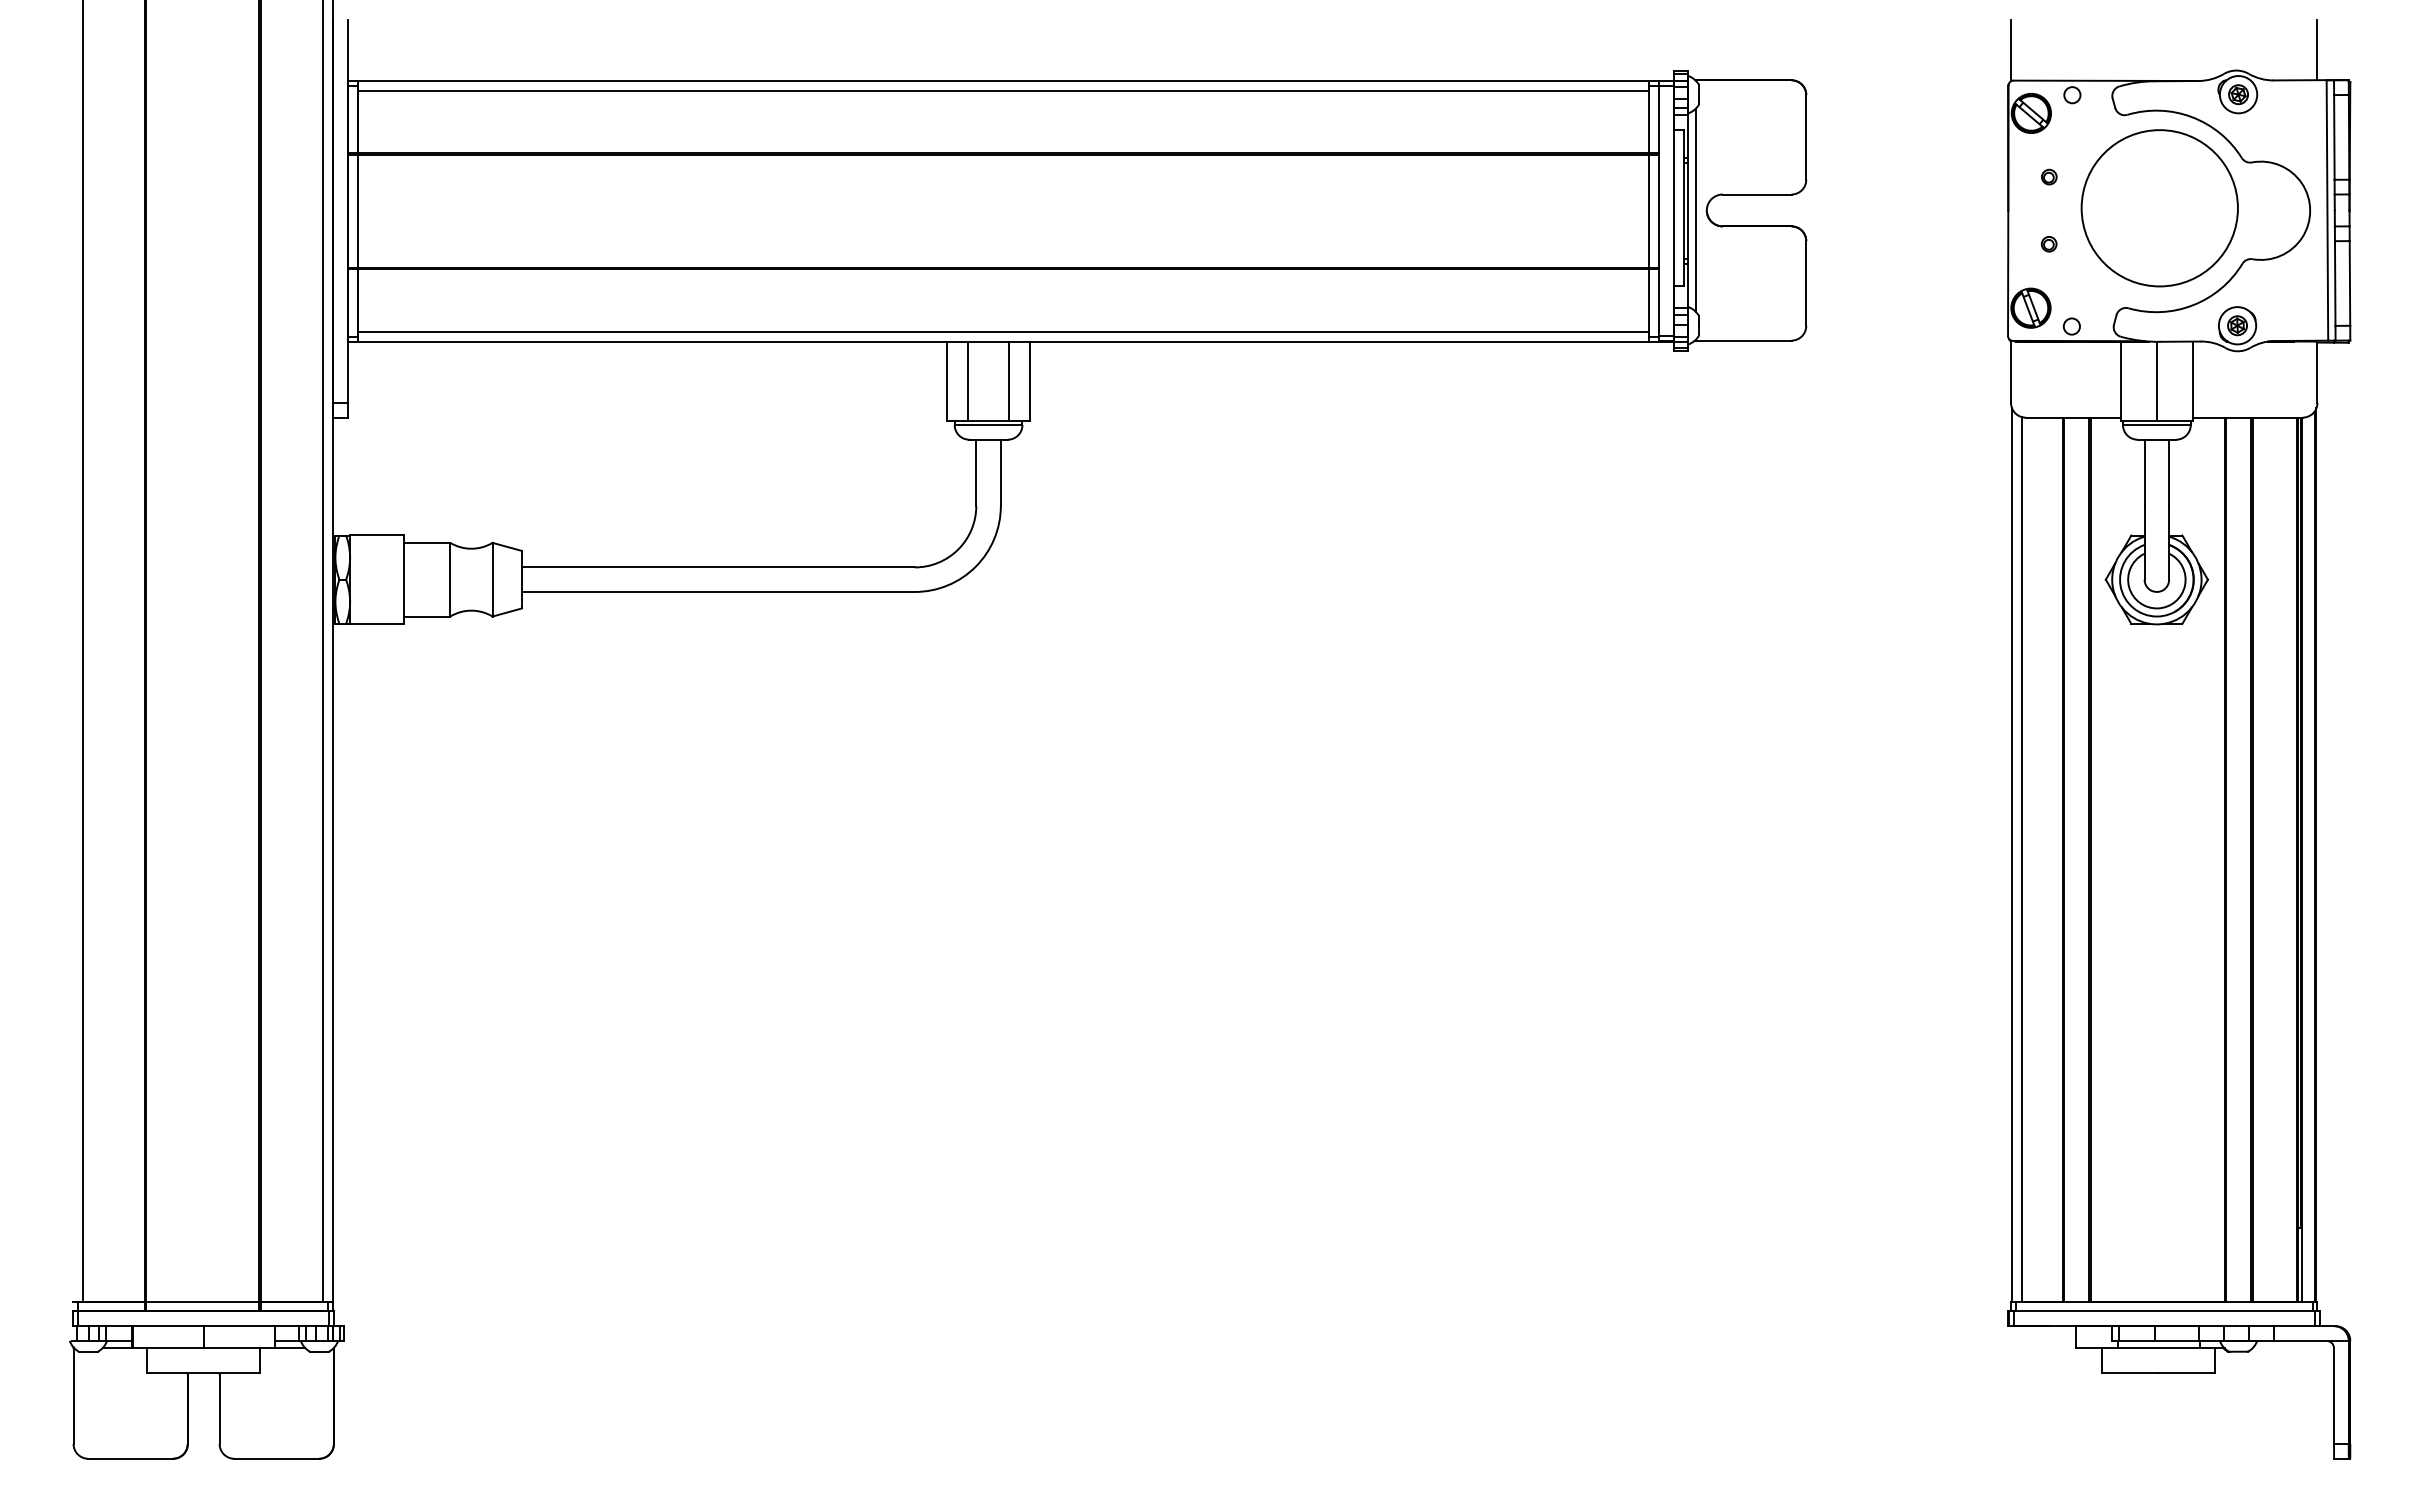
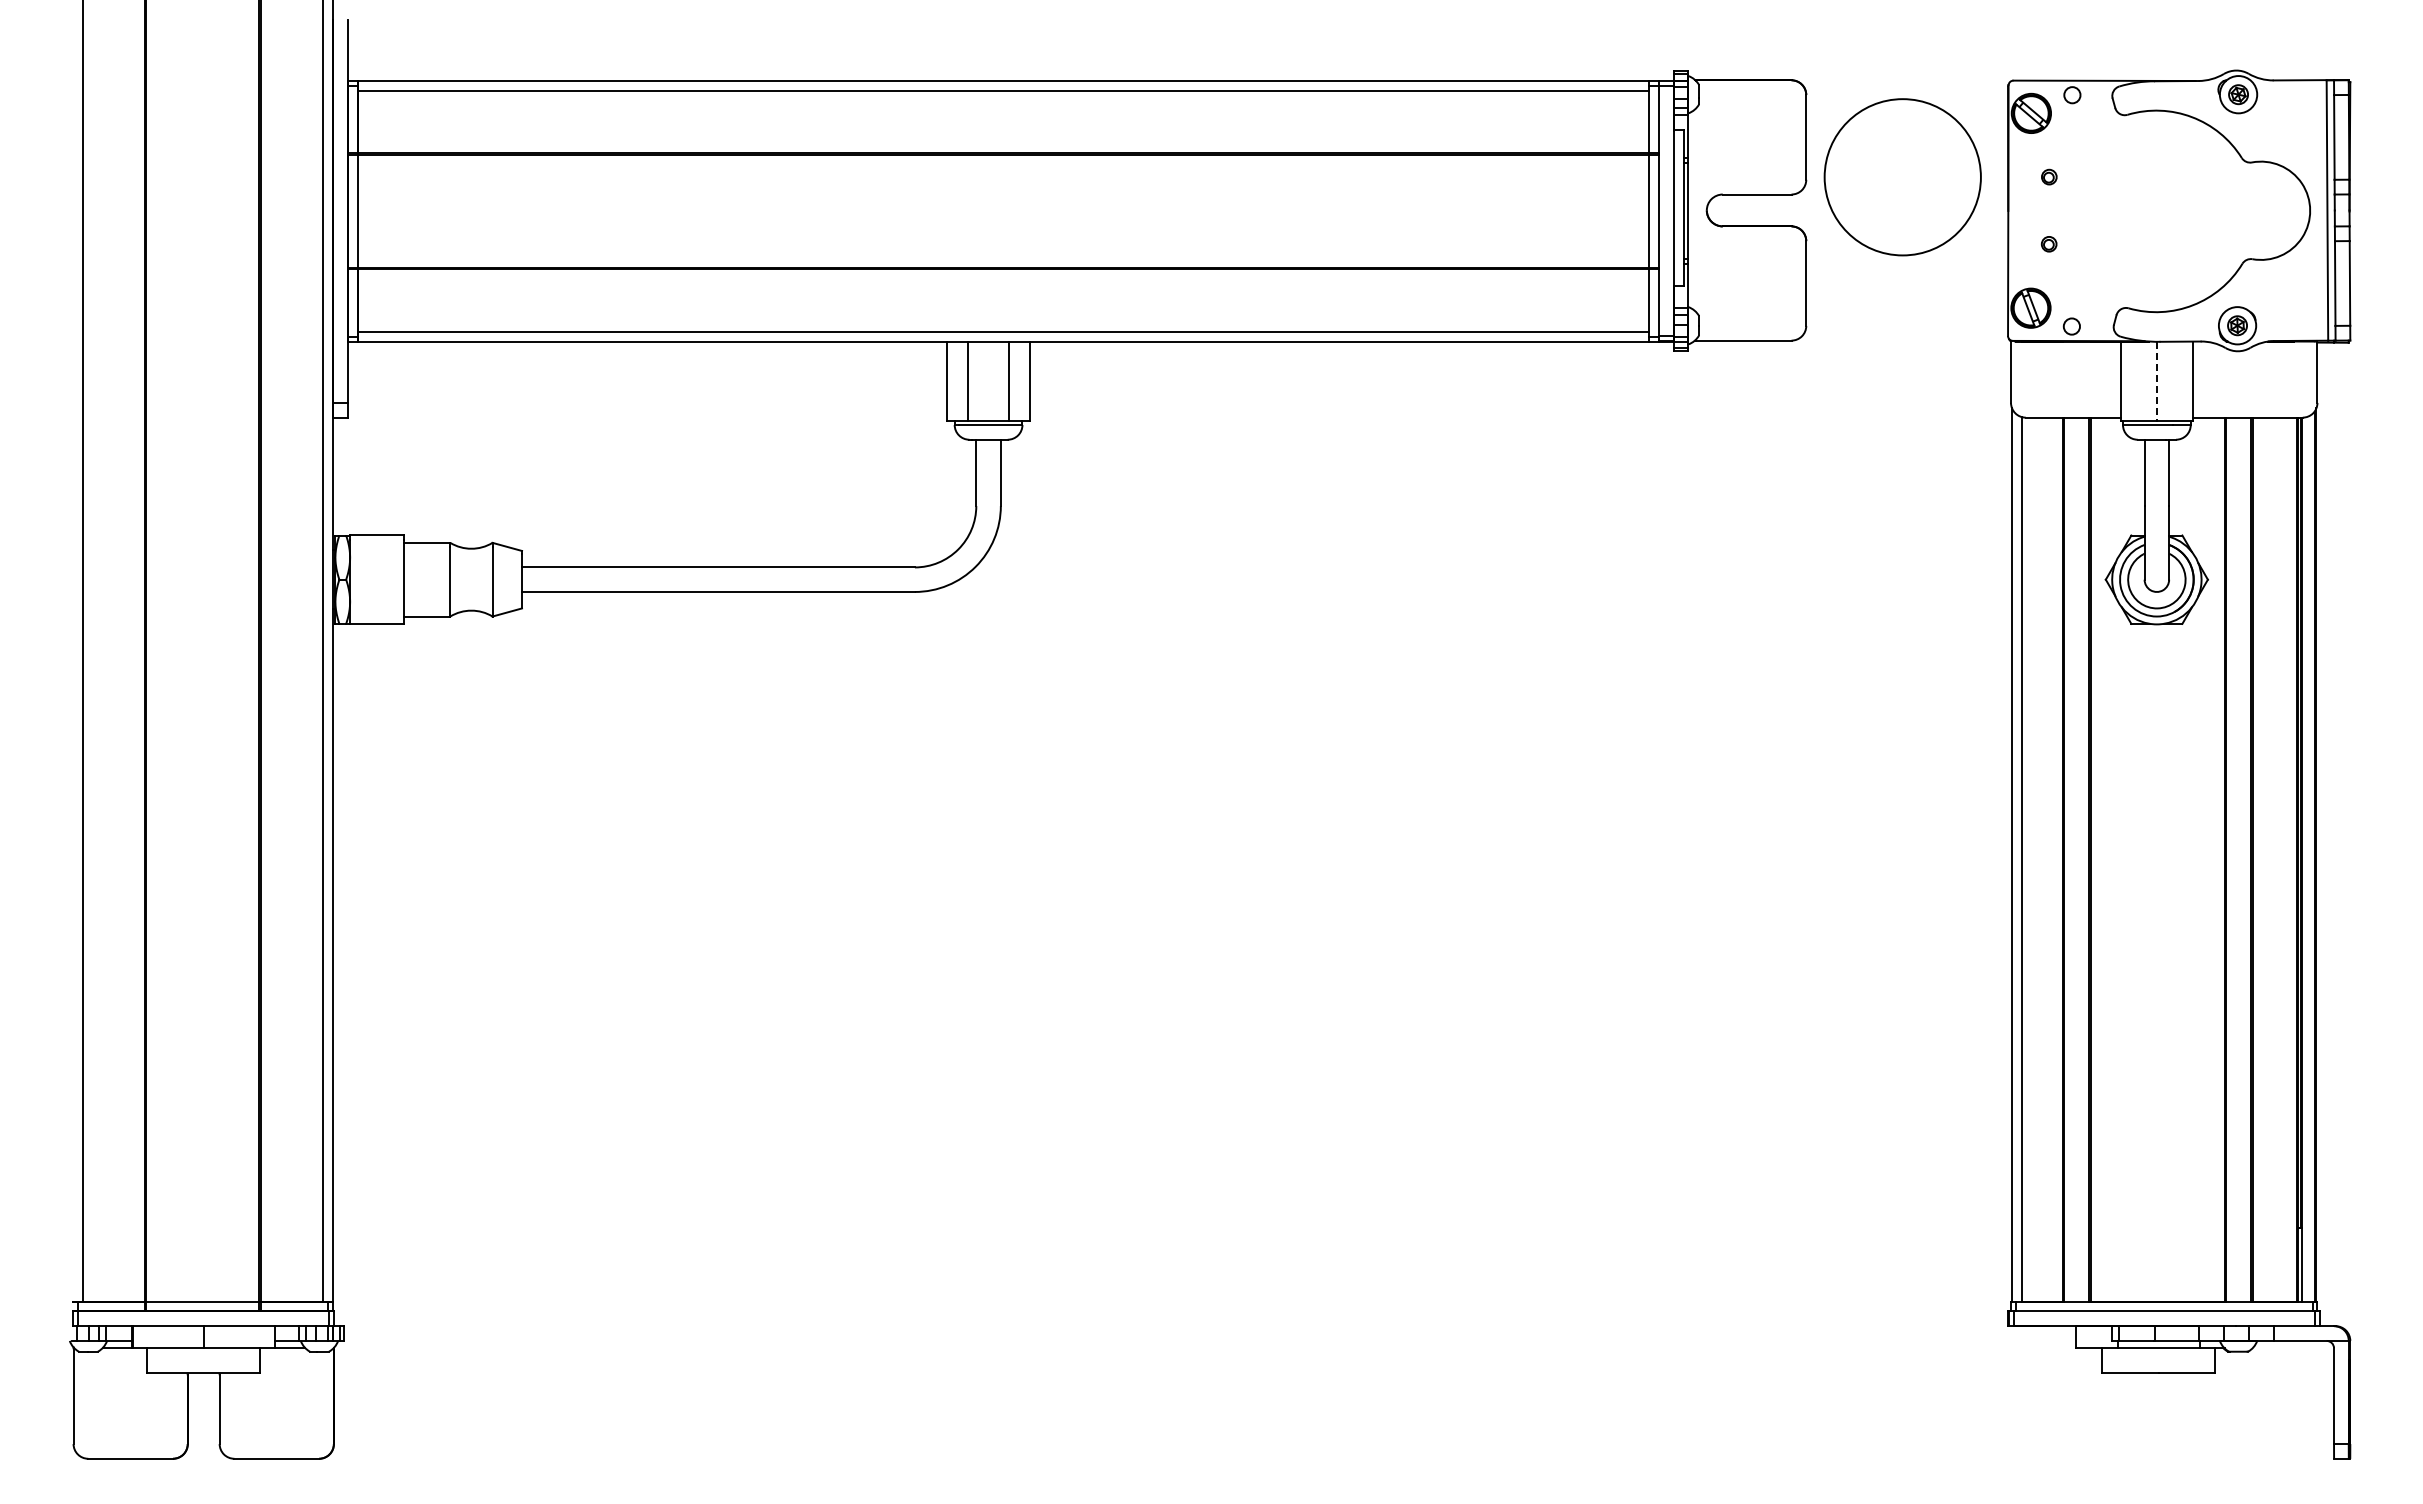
line at (2317, 49): present -> none
line at (2011, 50): present -> none
circle at (2159, 208) position: (2159, 208) -> (1902, 177)
line at (1695, 209): present -> none
line at (2156, 381): solid -> dashed
